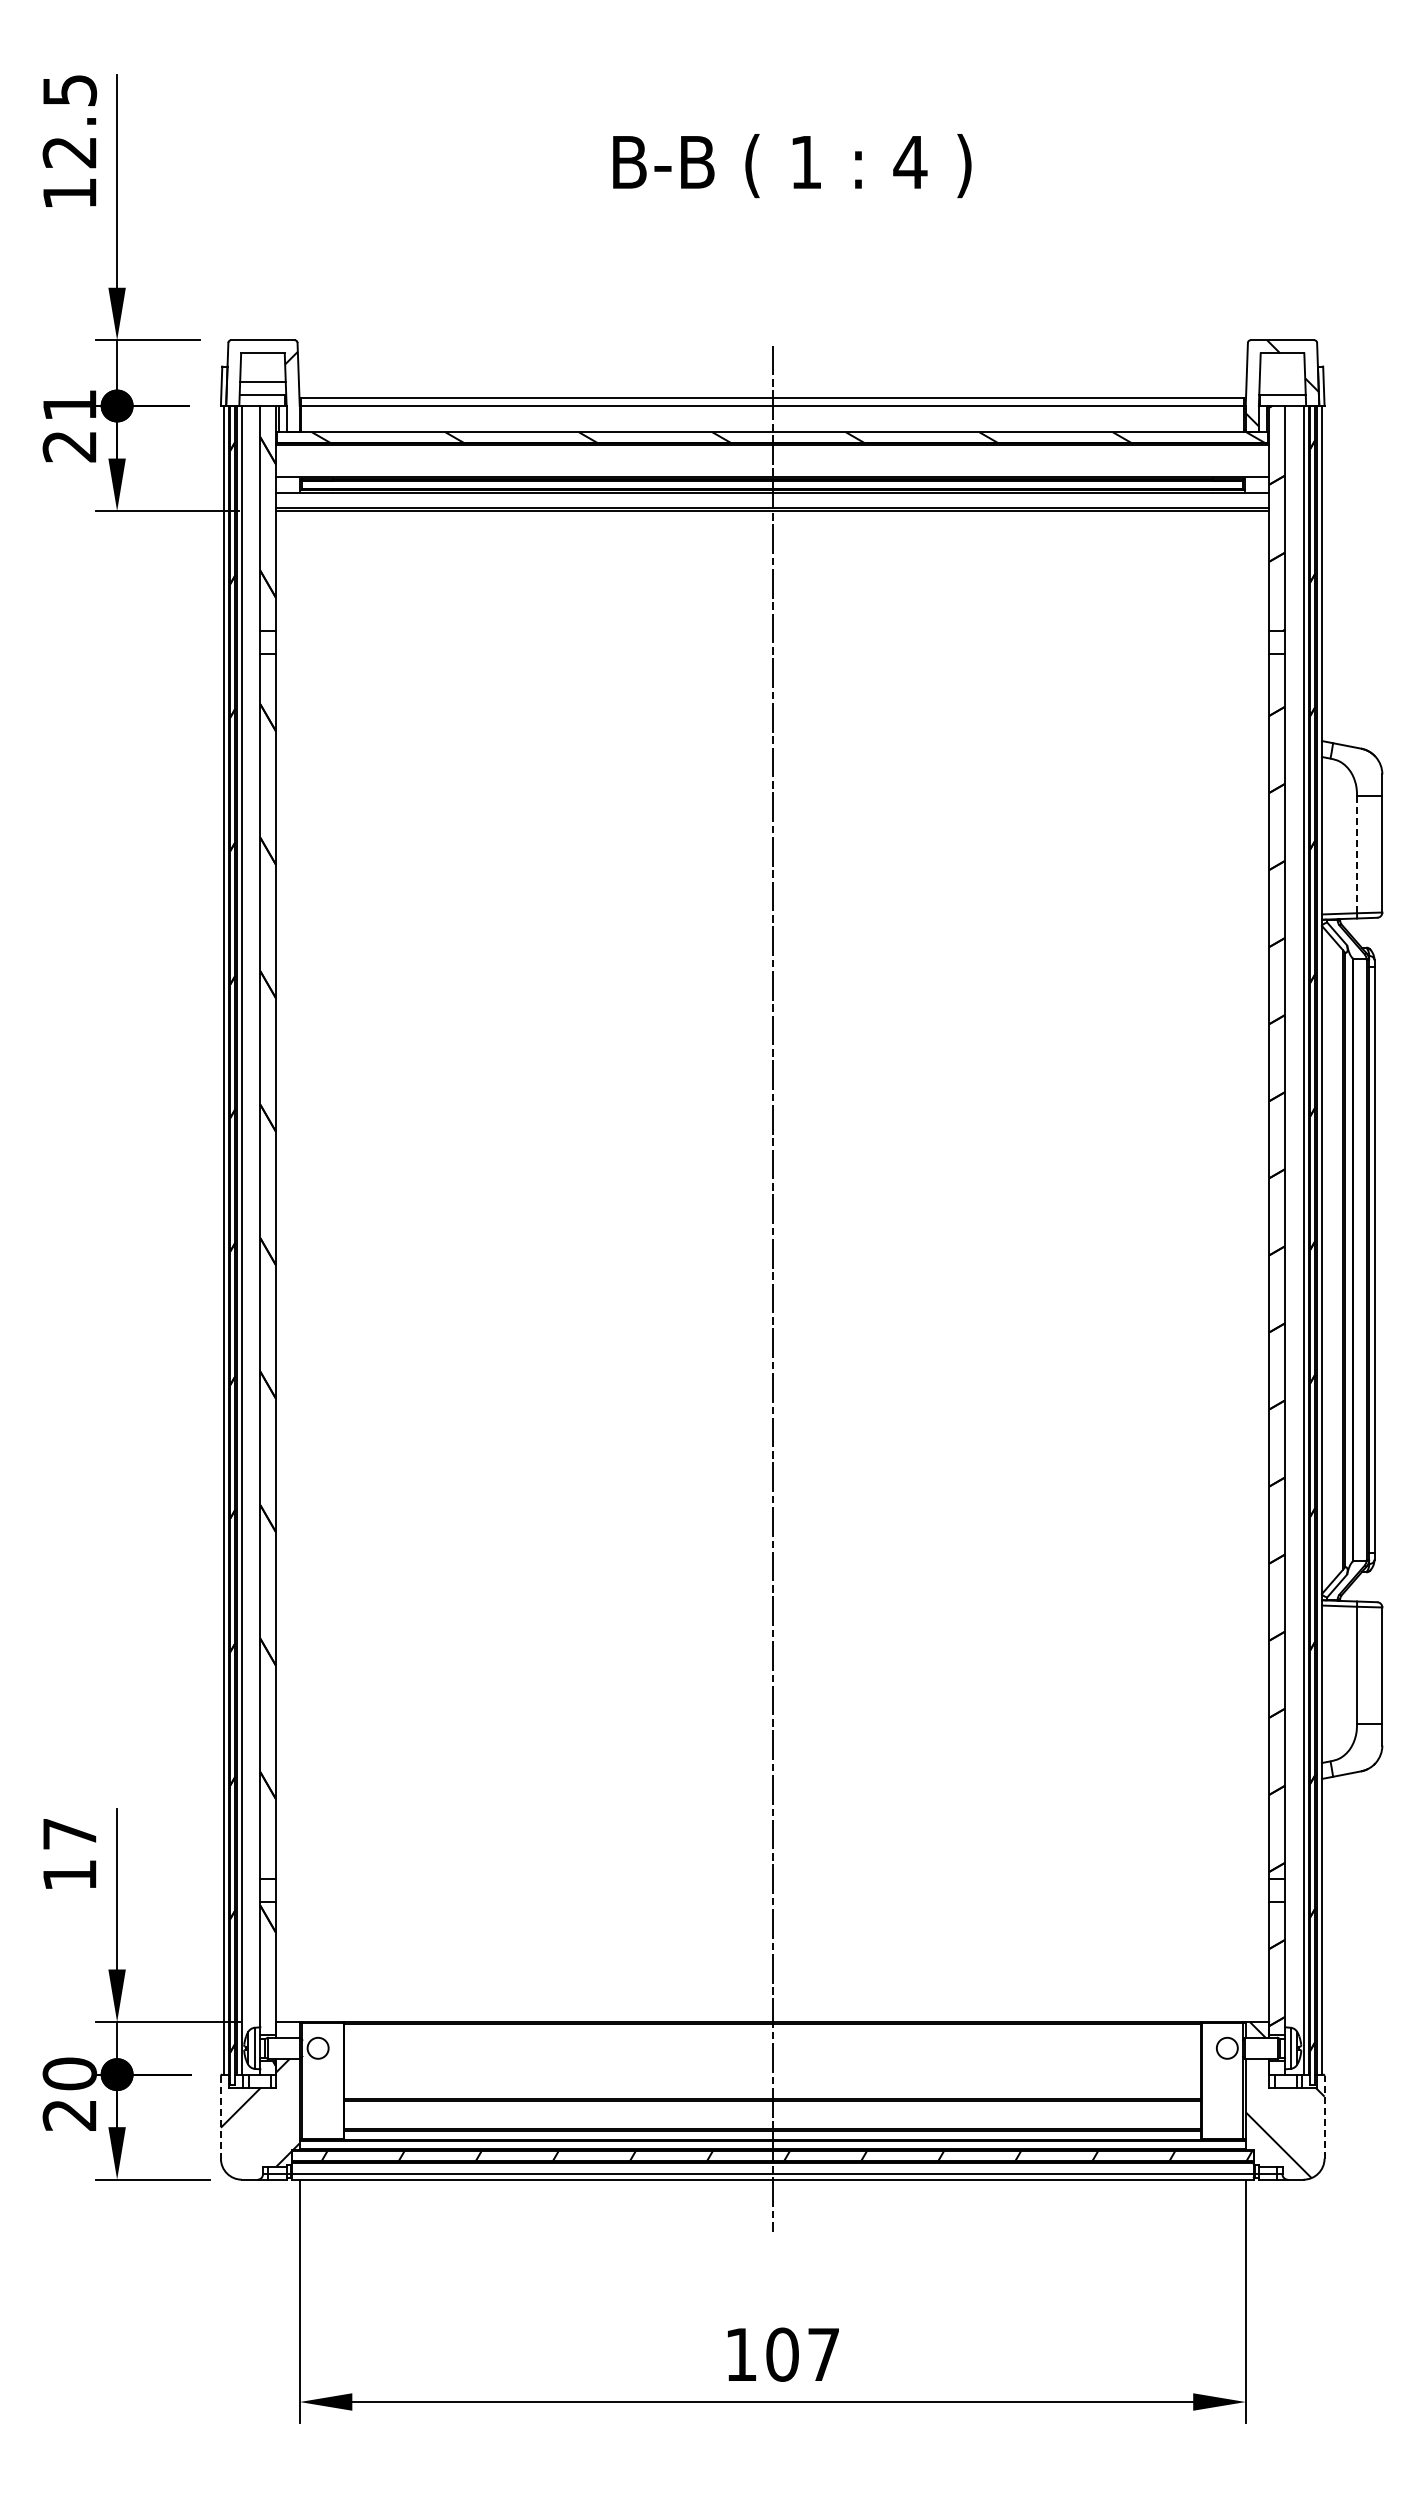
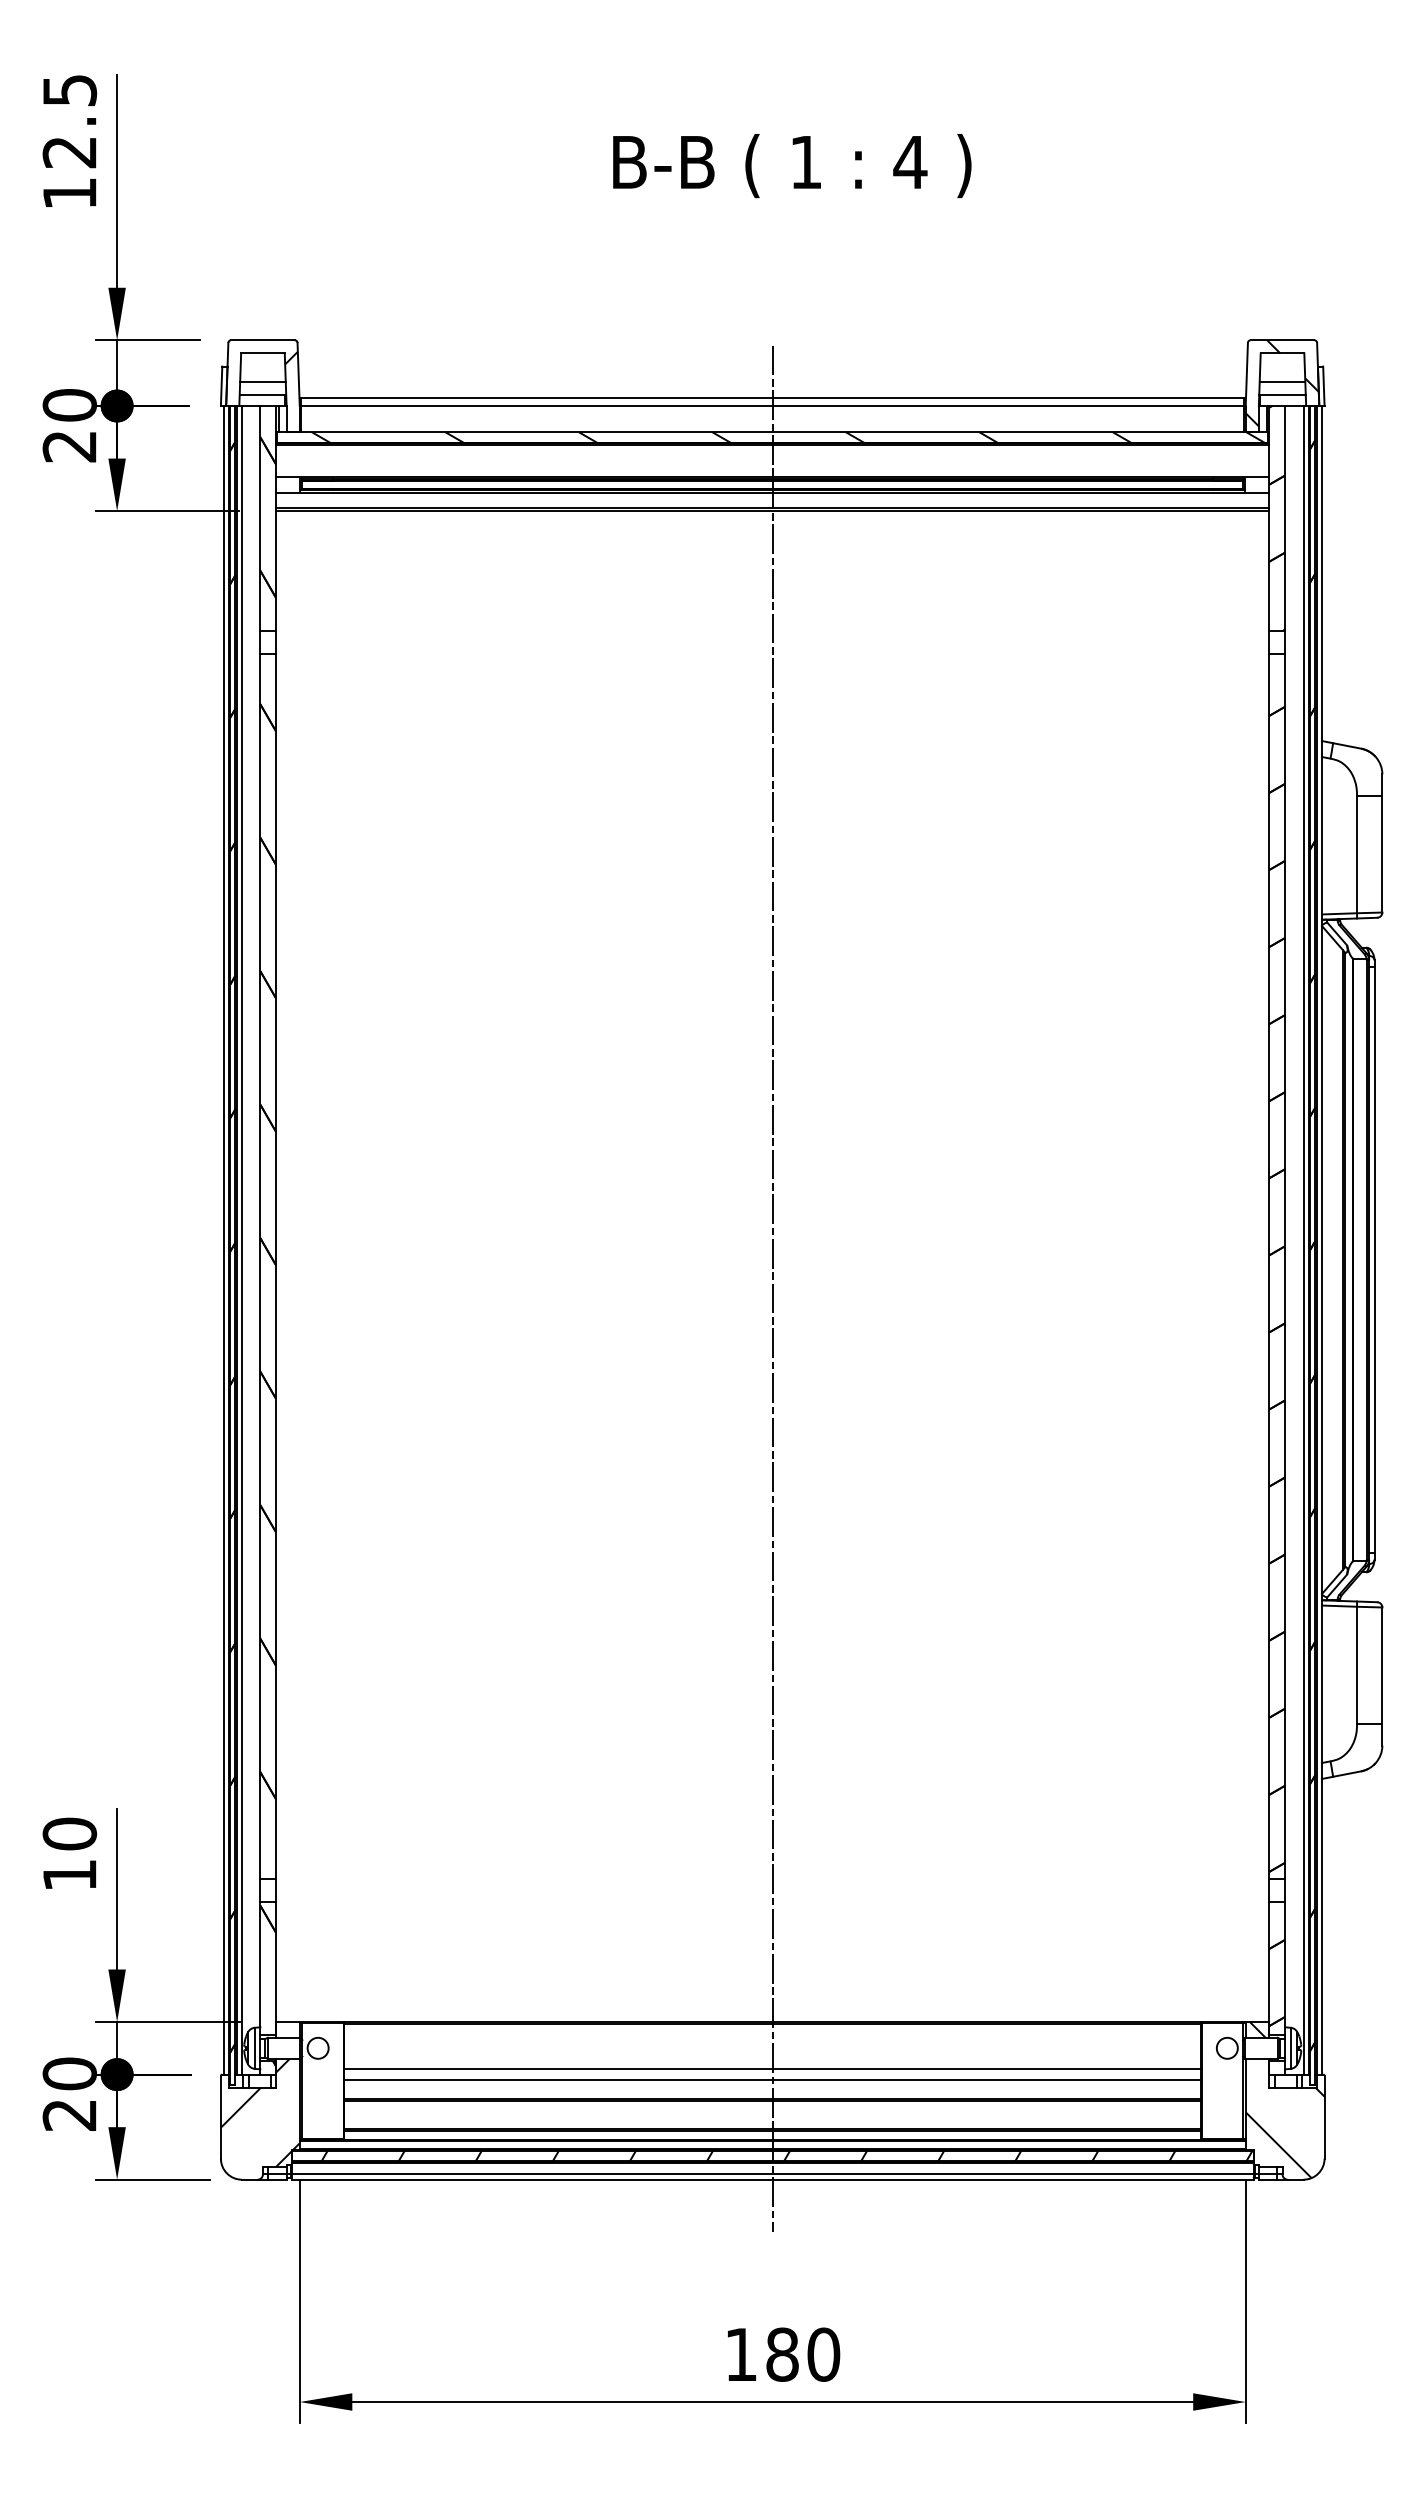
line at (1282, 382): none -> present
text at (69, 405): 21 -> 20
line at (1357, 854): dashed -> solid
text at (69, 1833): 17 -> 10
line at (772, 2069): none -> present
line at (772, 2079): none -> present
line at (1324, 2116): dashed -> solid
line at (220, 2117): dashed -> solid
text at (803, 2354): 107 -> 180
